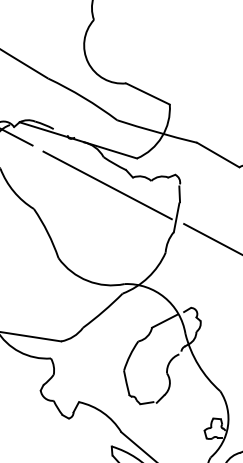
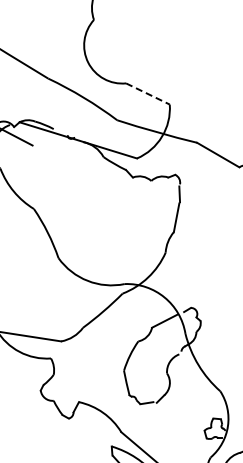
line at (148, 94): solid -> dashed
line at (107, 185): present -> none
line at (211, 238): present -> none
